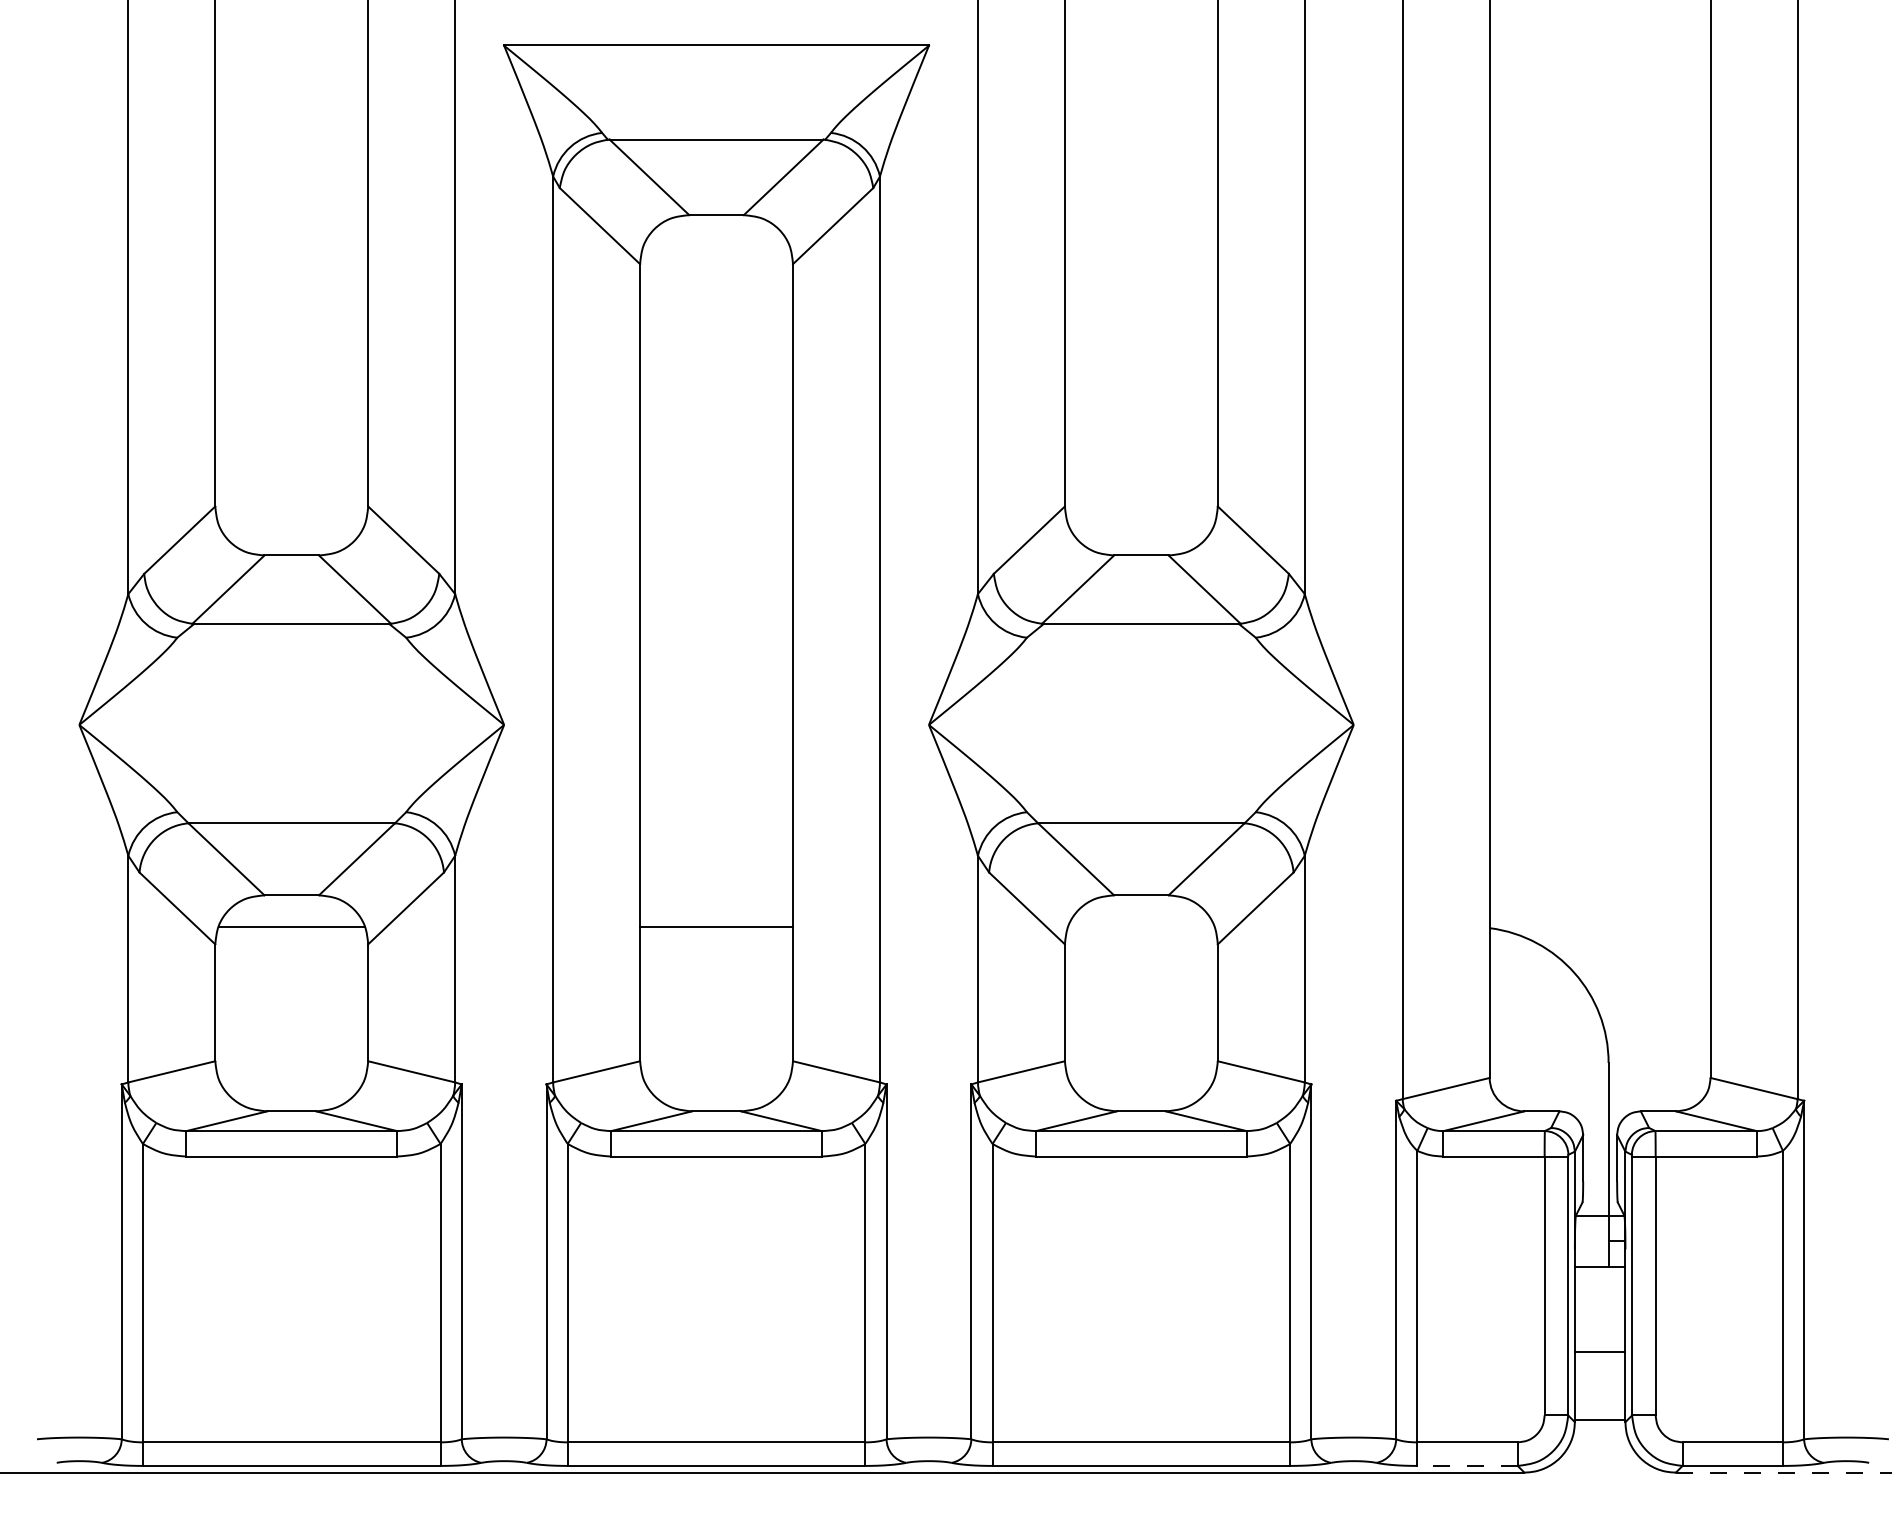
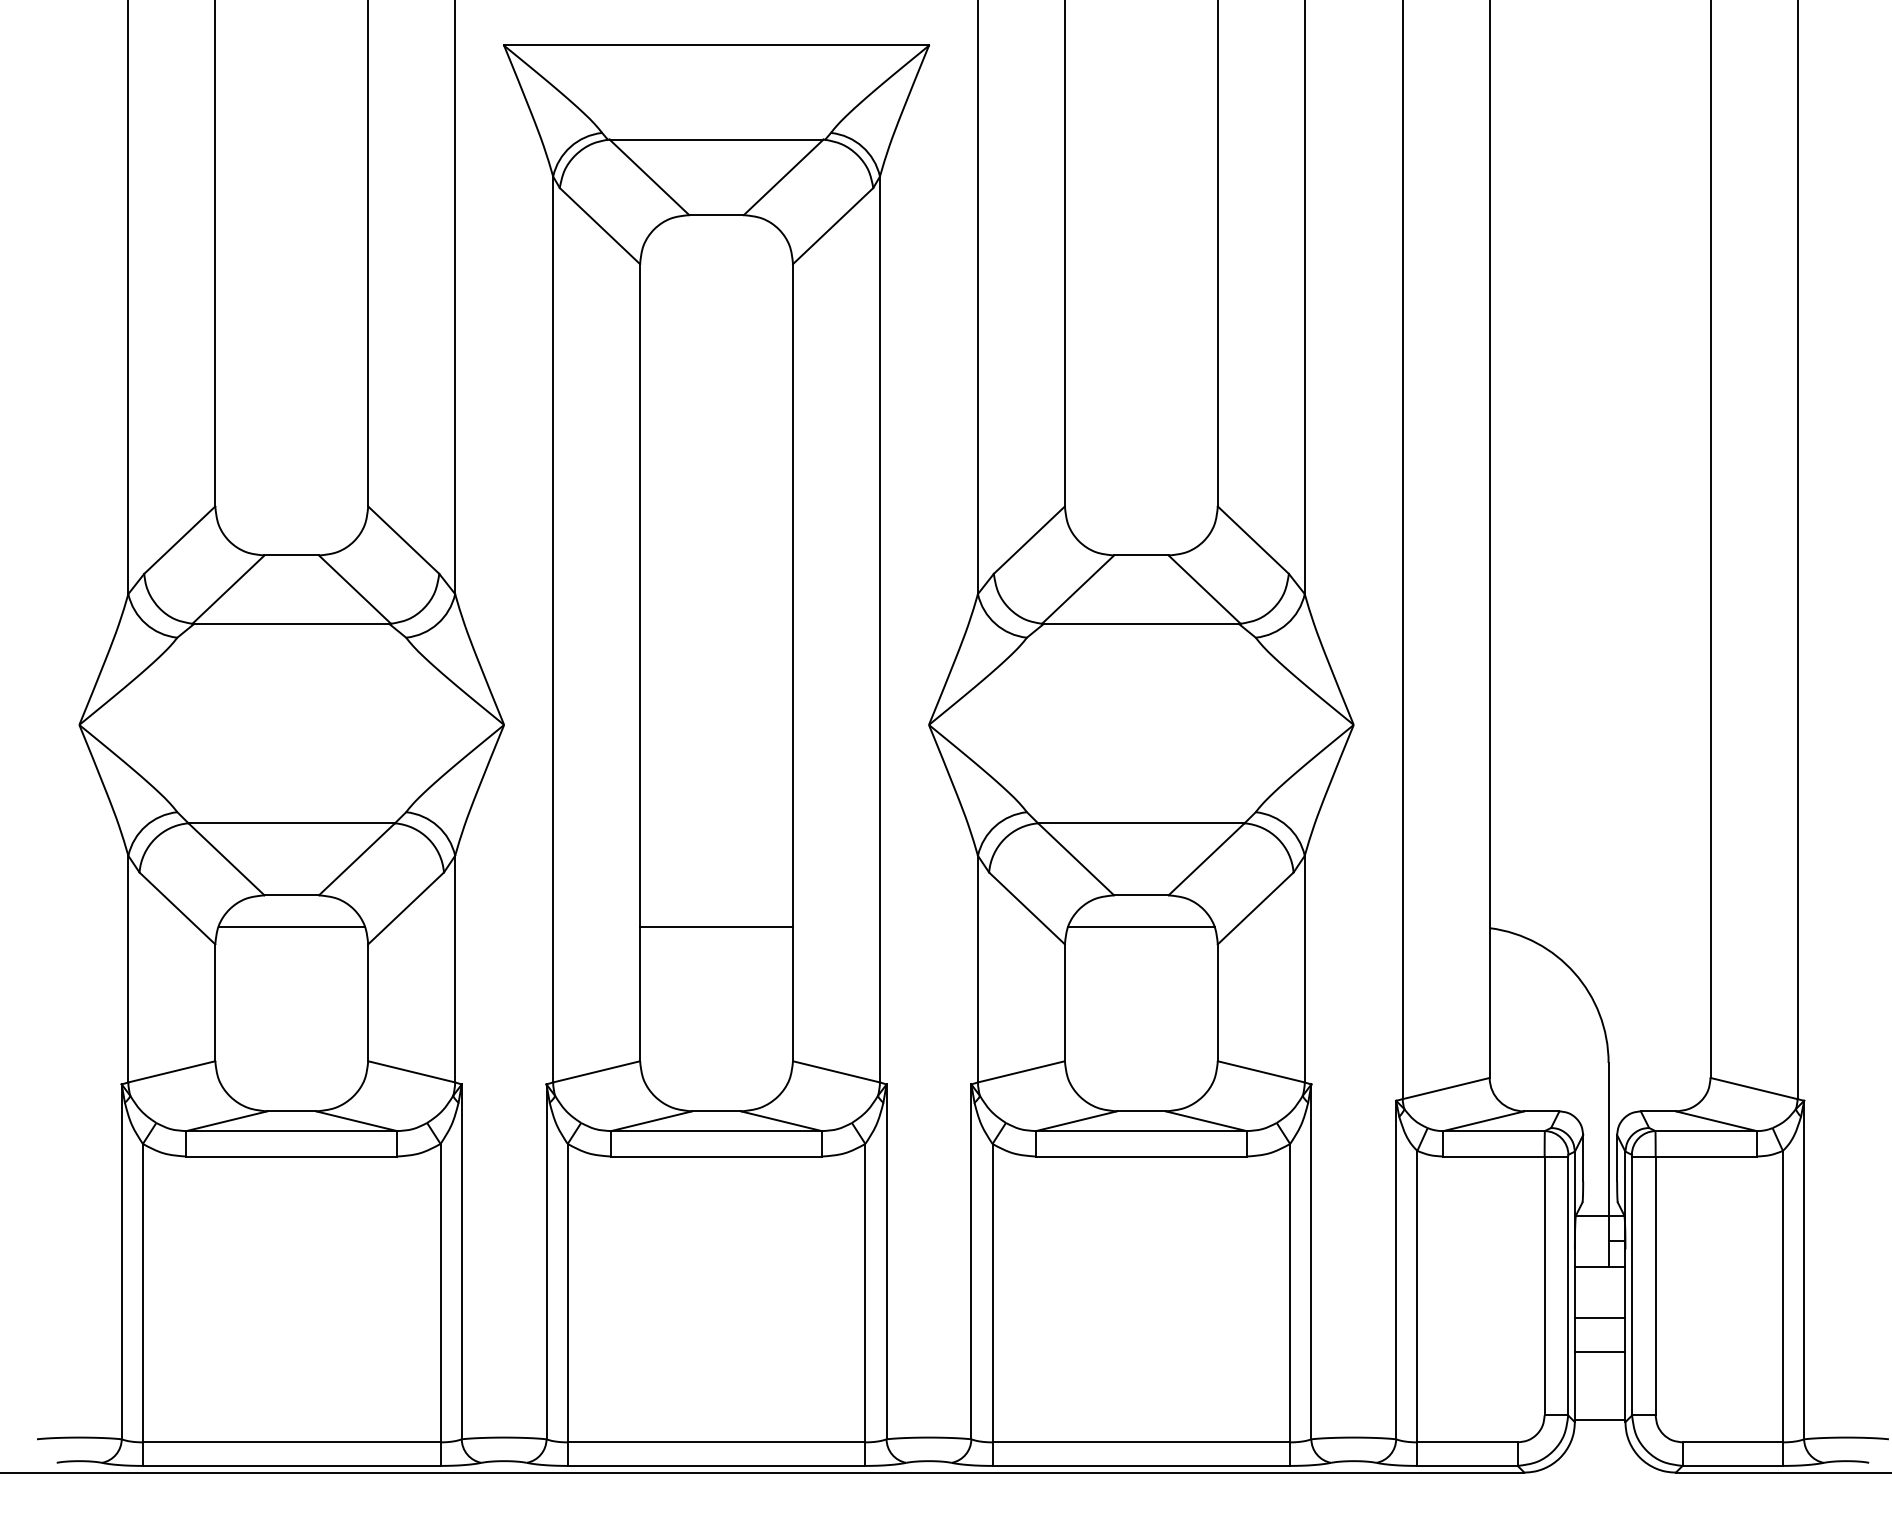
line at (1141, 927): none -> present
line at (1599, 1317): none -> present
line at (1467, 1465): dashed -> solid
line at (1783, 1472): dashed -> solid
